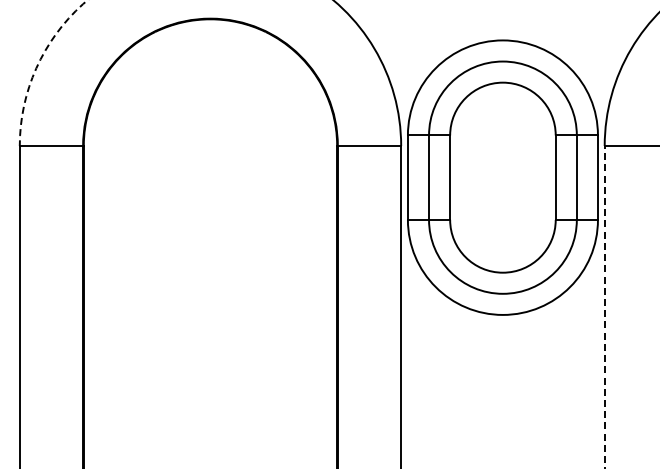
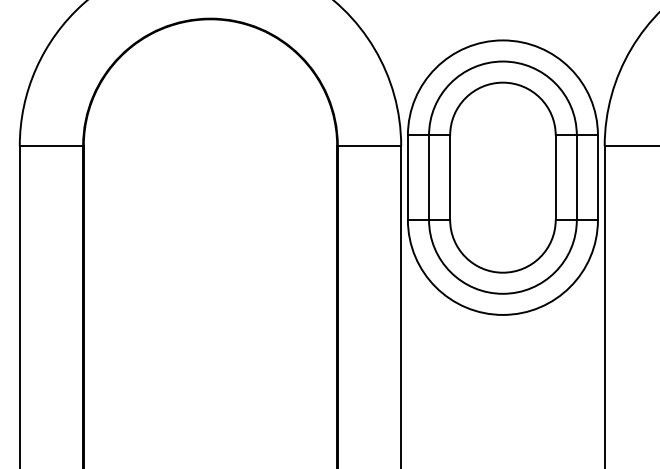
arc at (37, 65): dashed -> solid
line at (604, 306): dashed -> solid
